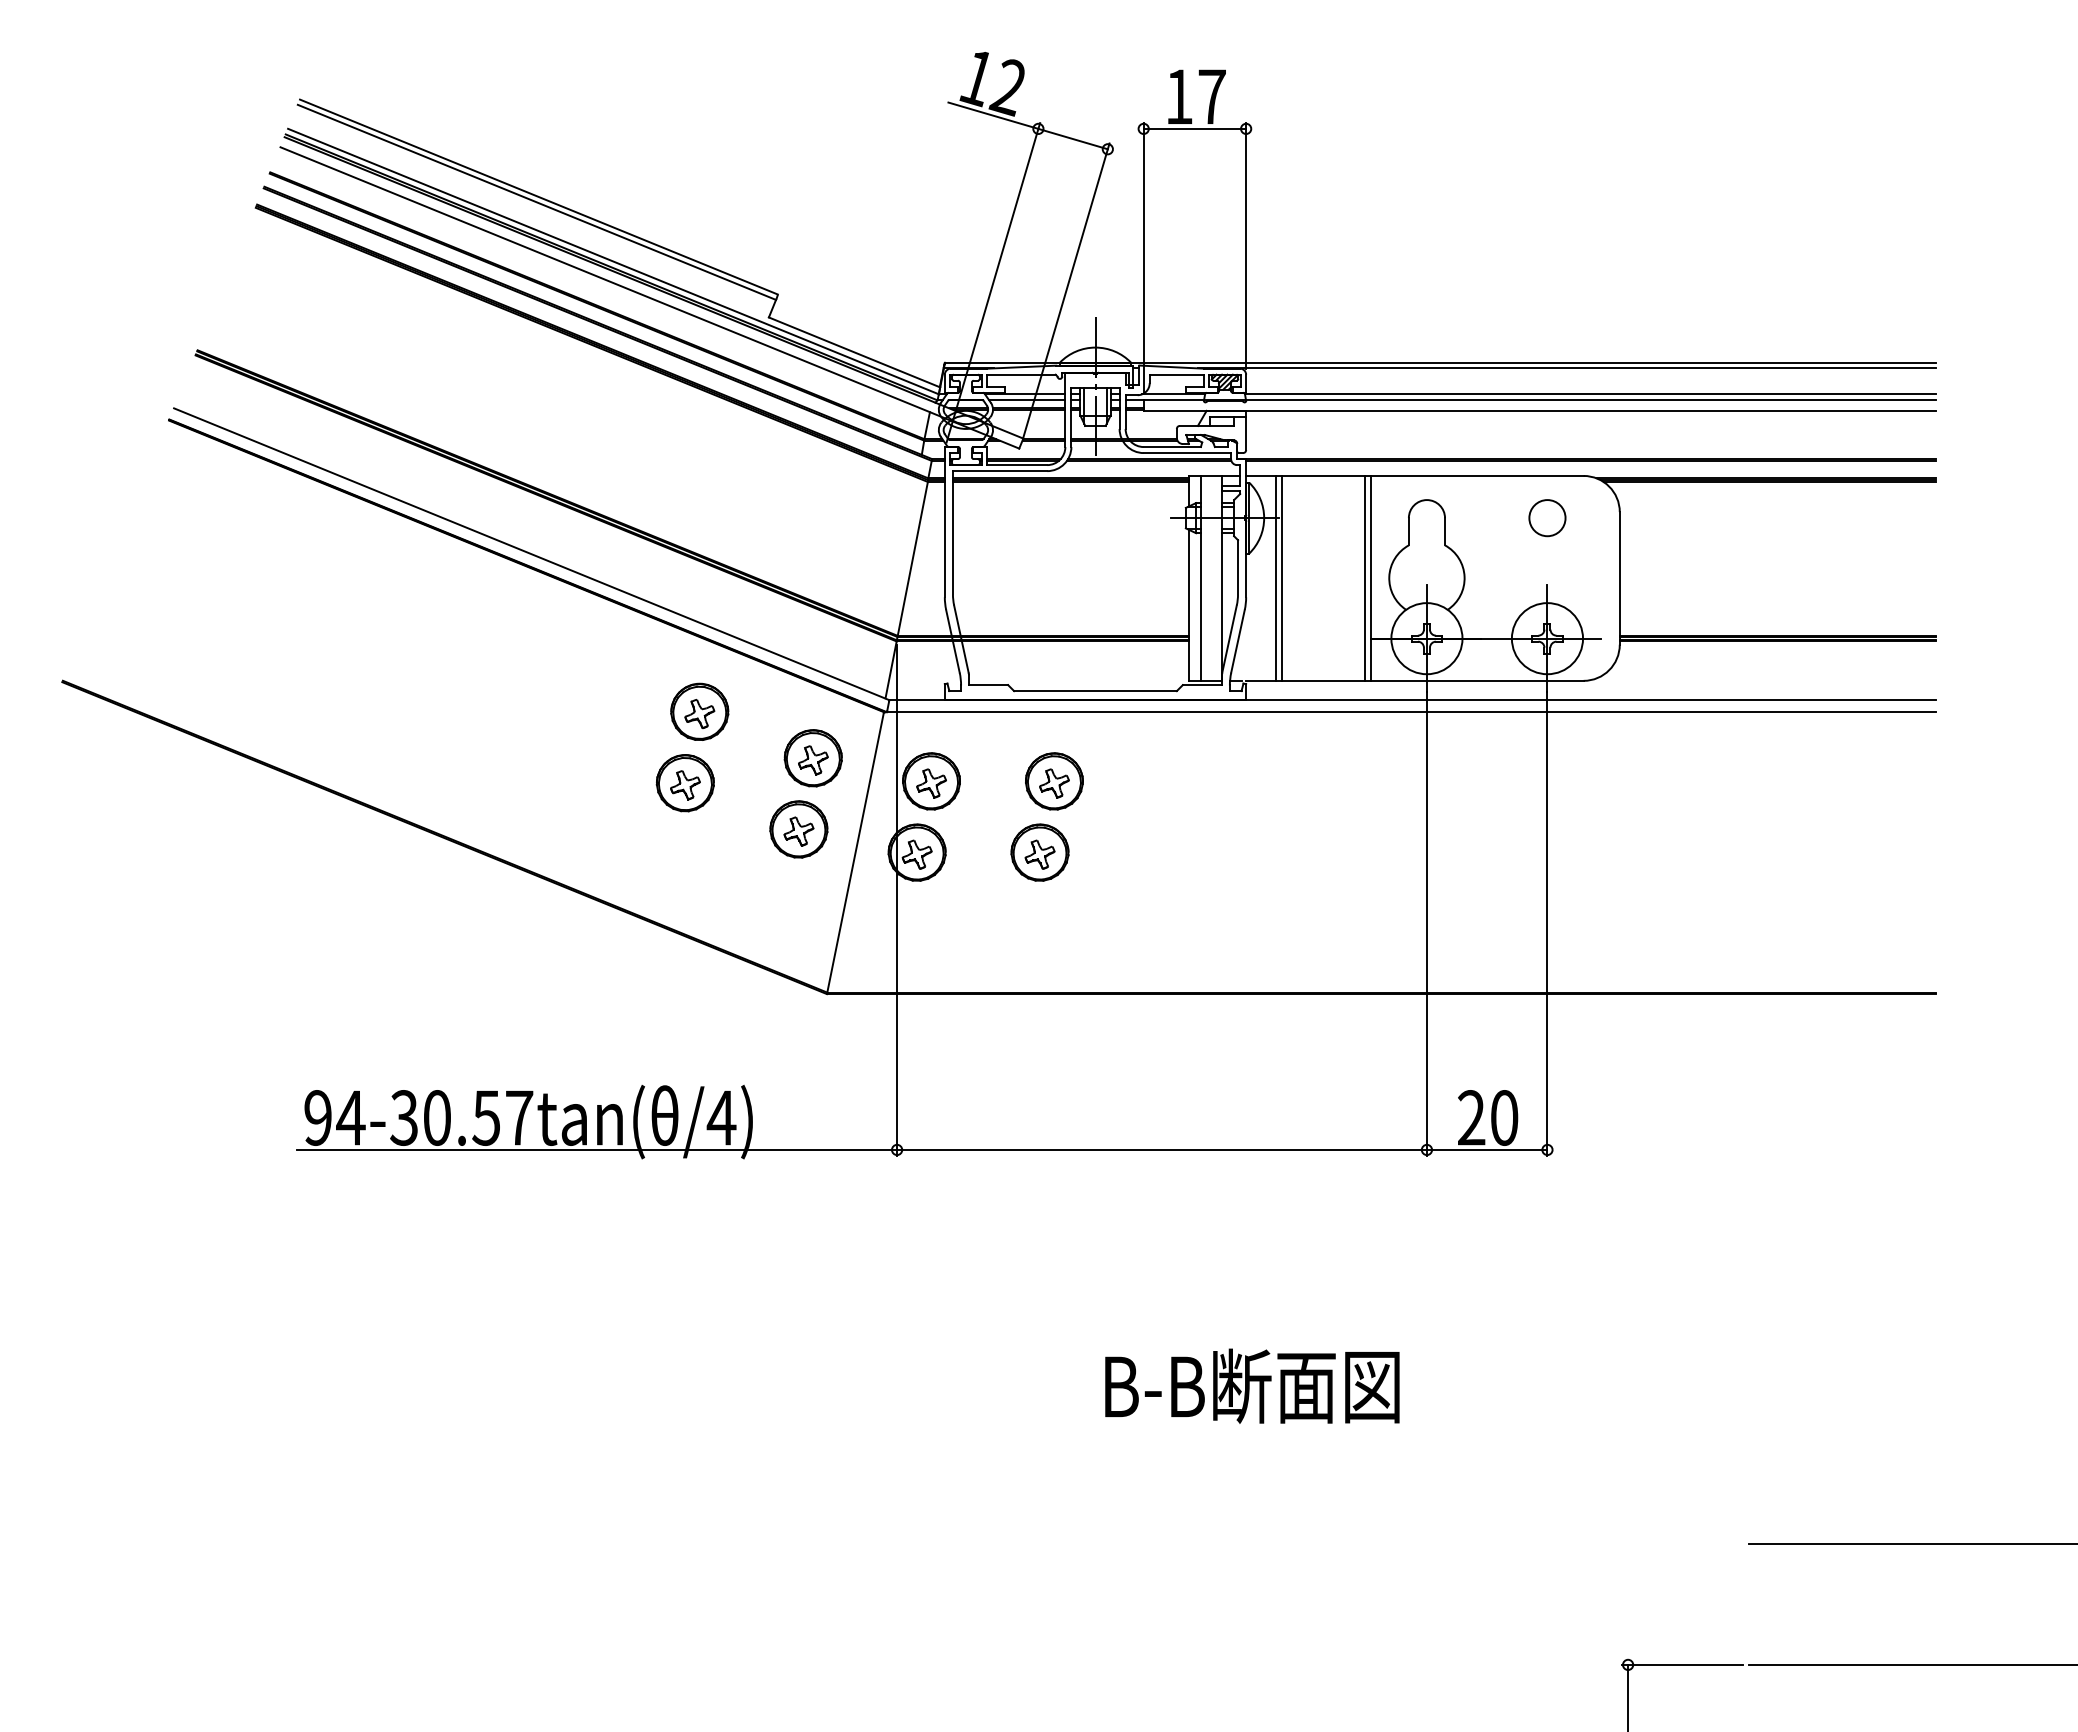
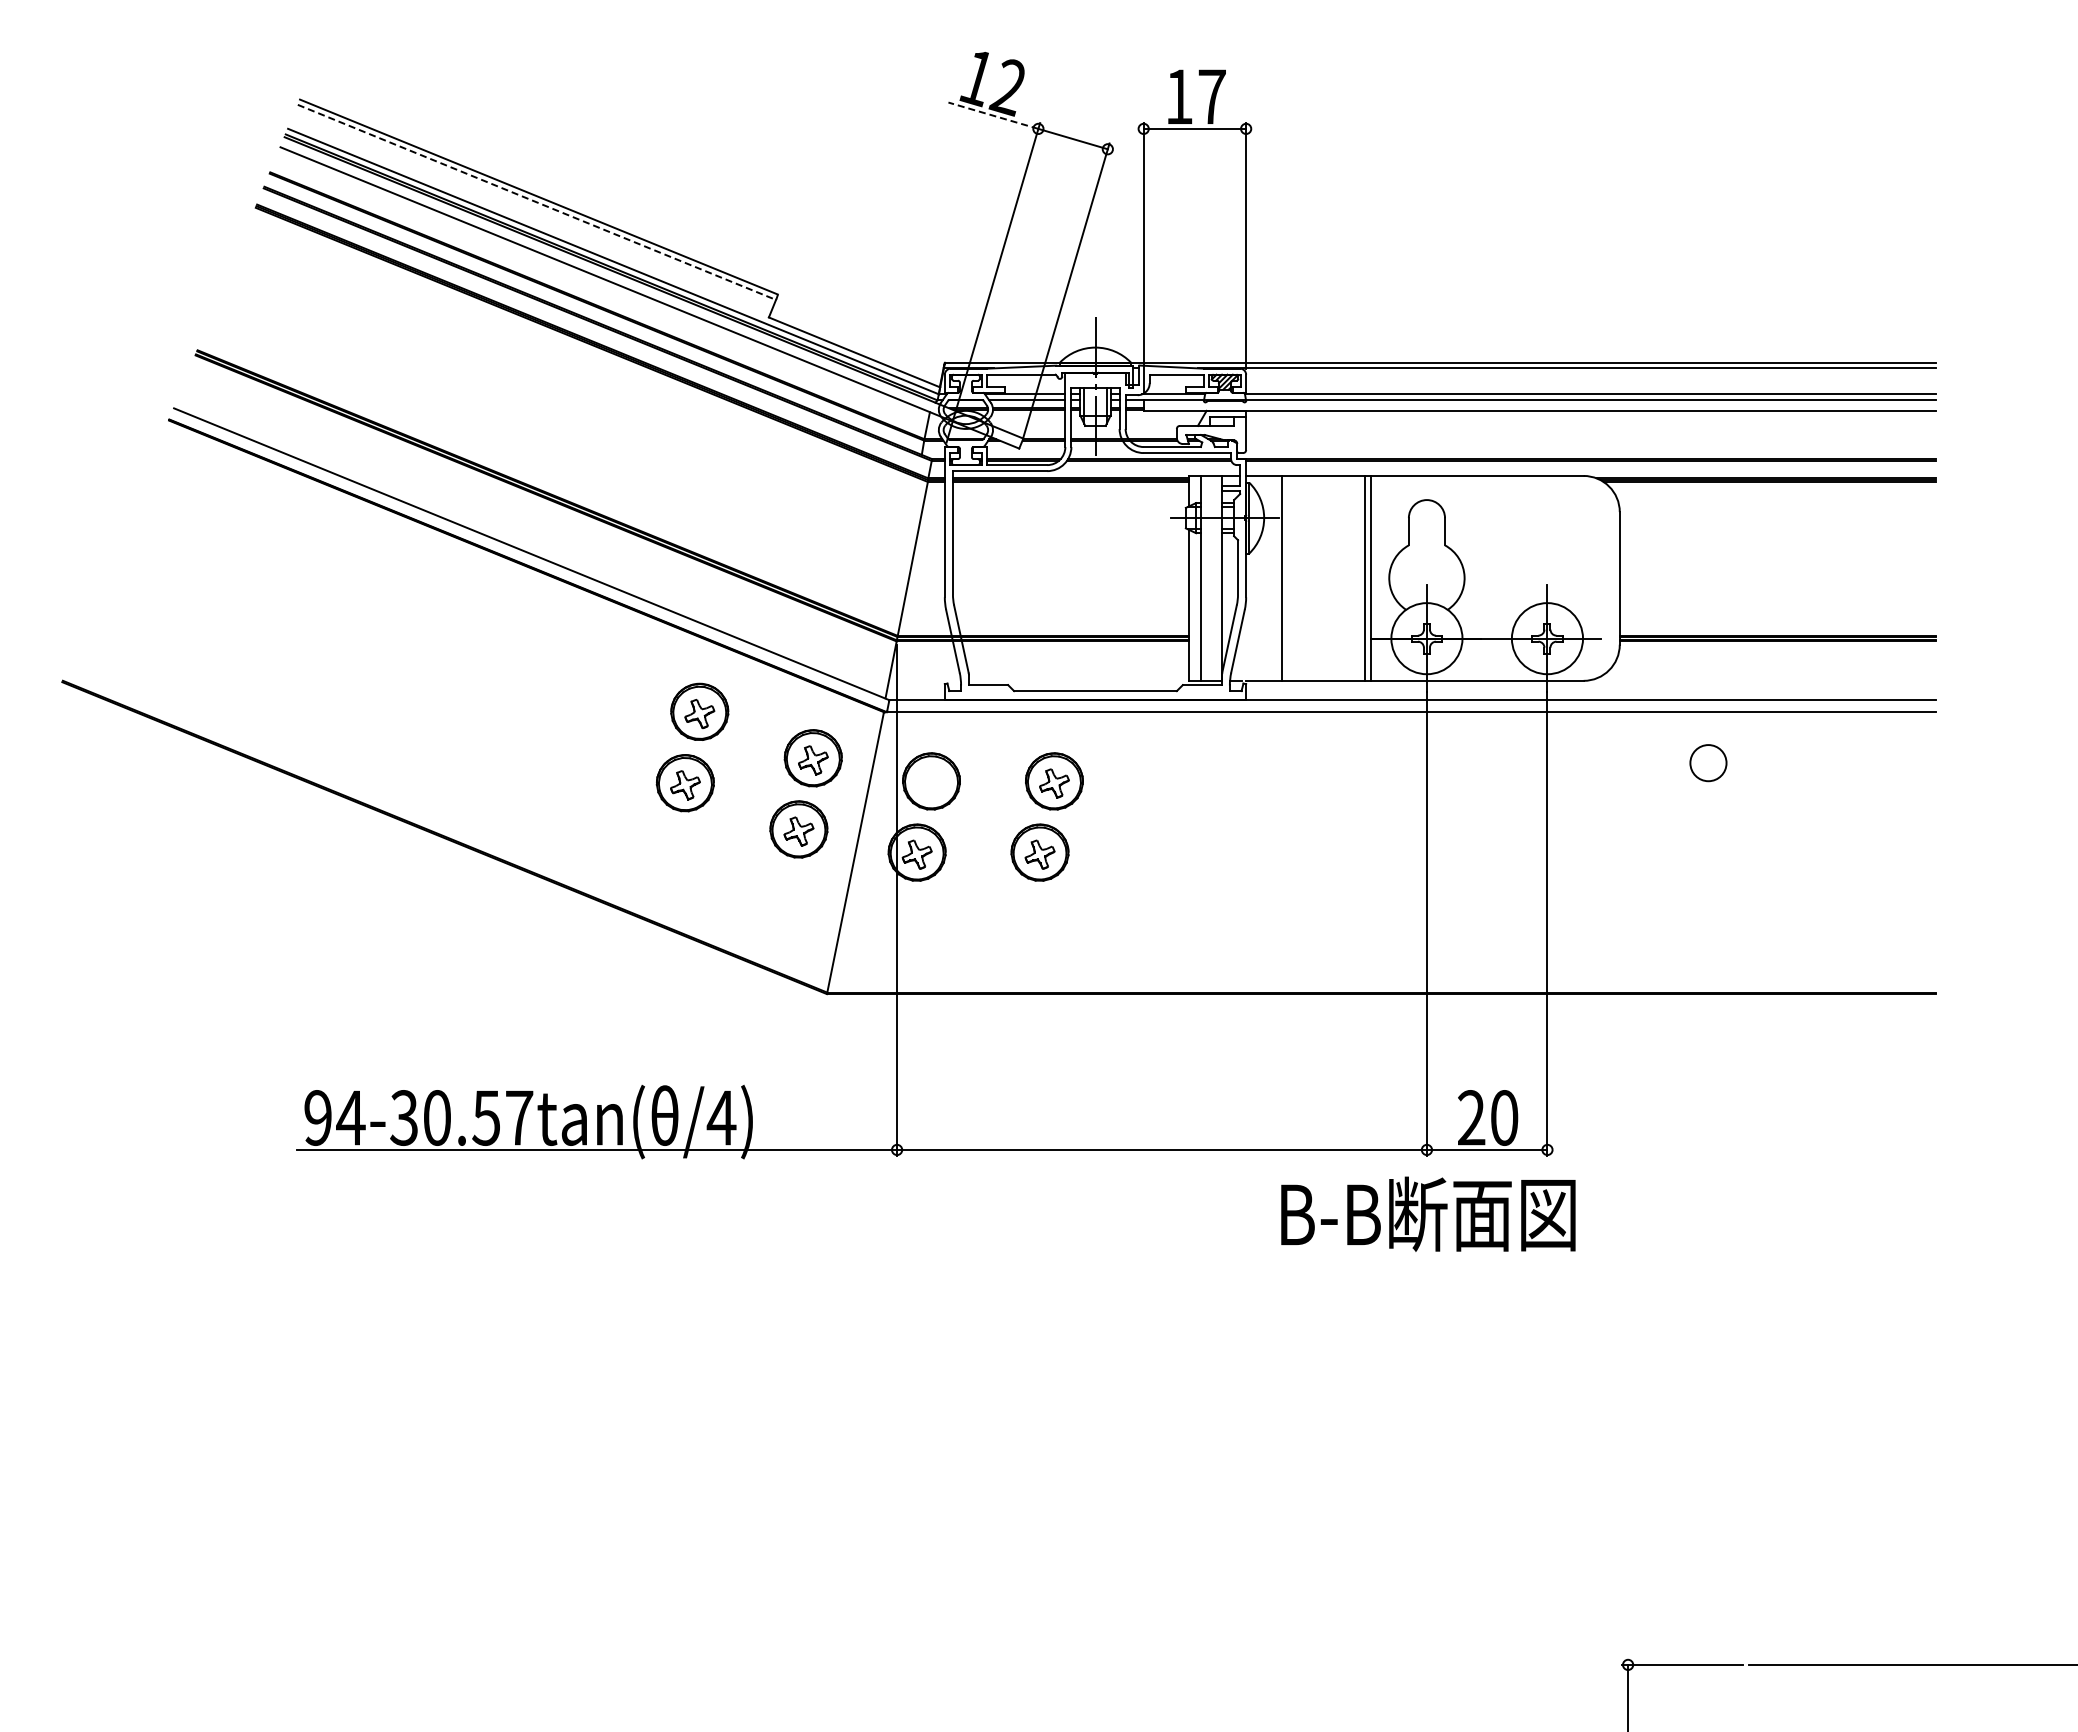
line at (993, 115): solid -> dashed
line at (537, 202): solid -> dashed
circle at (1547, 518) position: (1547, 518) -> (1708, 763)
line at (1276, 577): present -> none
part at (931, 783): present -> none
text at (1252, 1385) position: (1252, 1385) -> (1428, 1213)
line at (1911, 1544): present -> none
